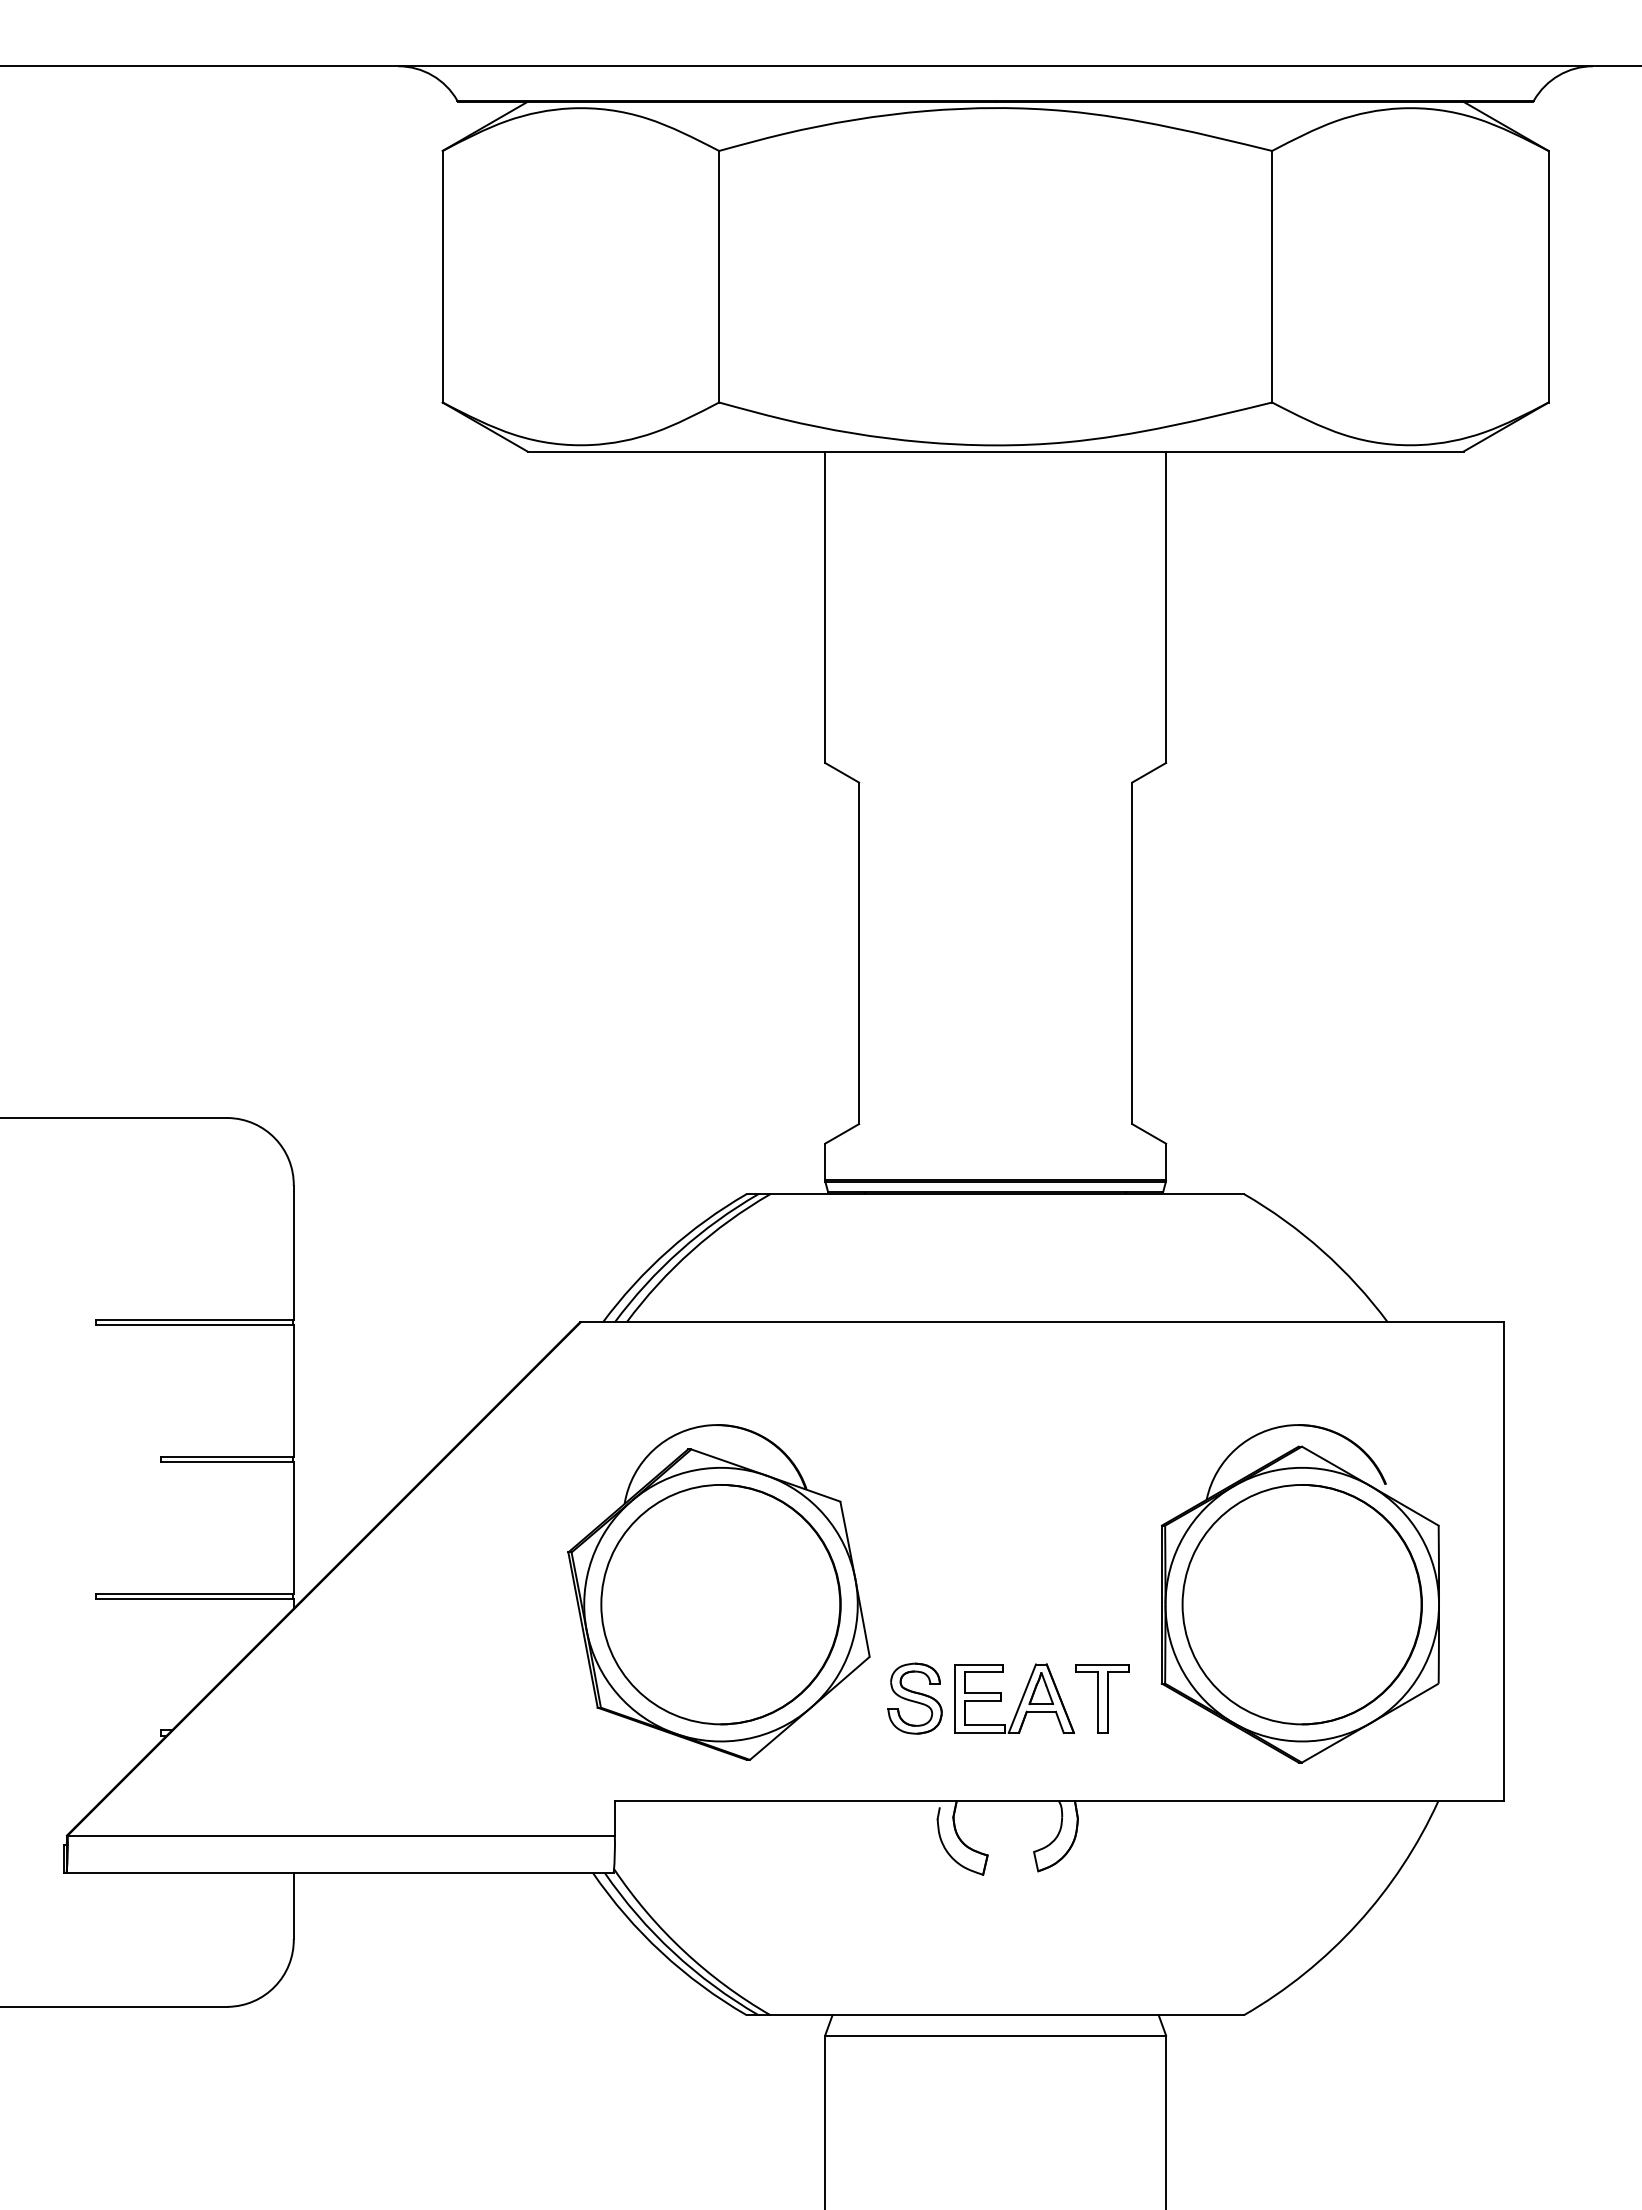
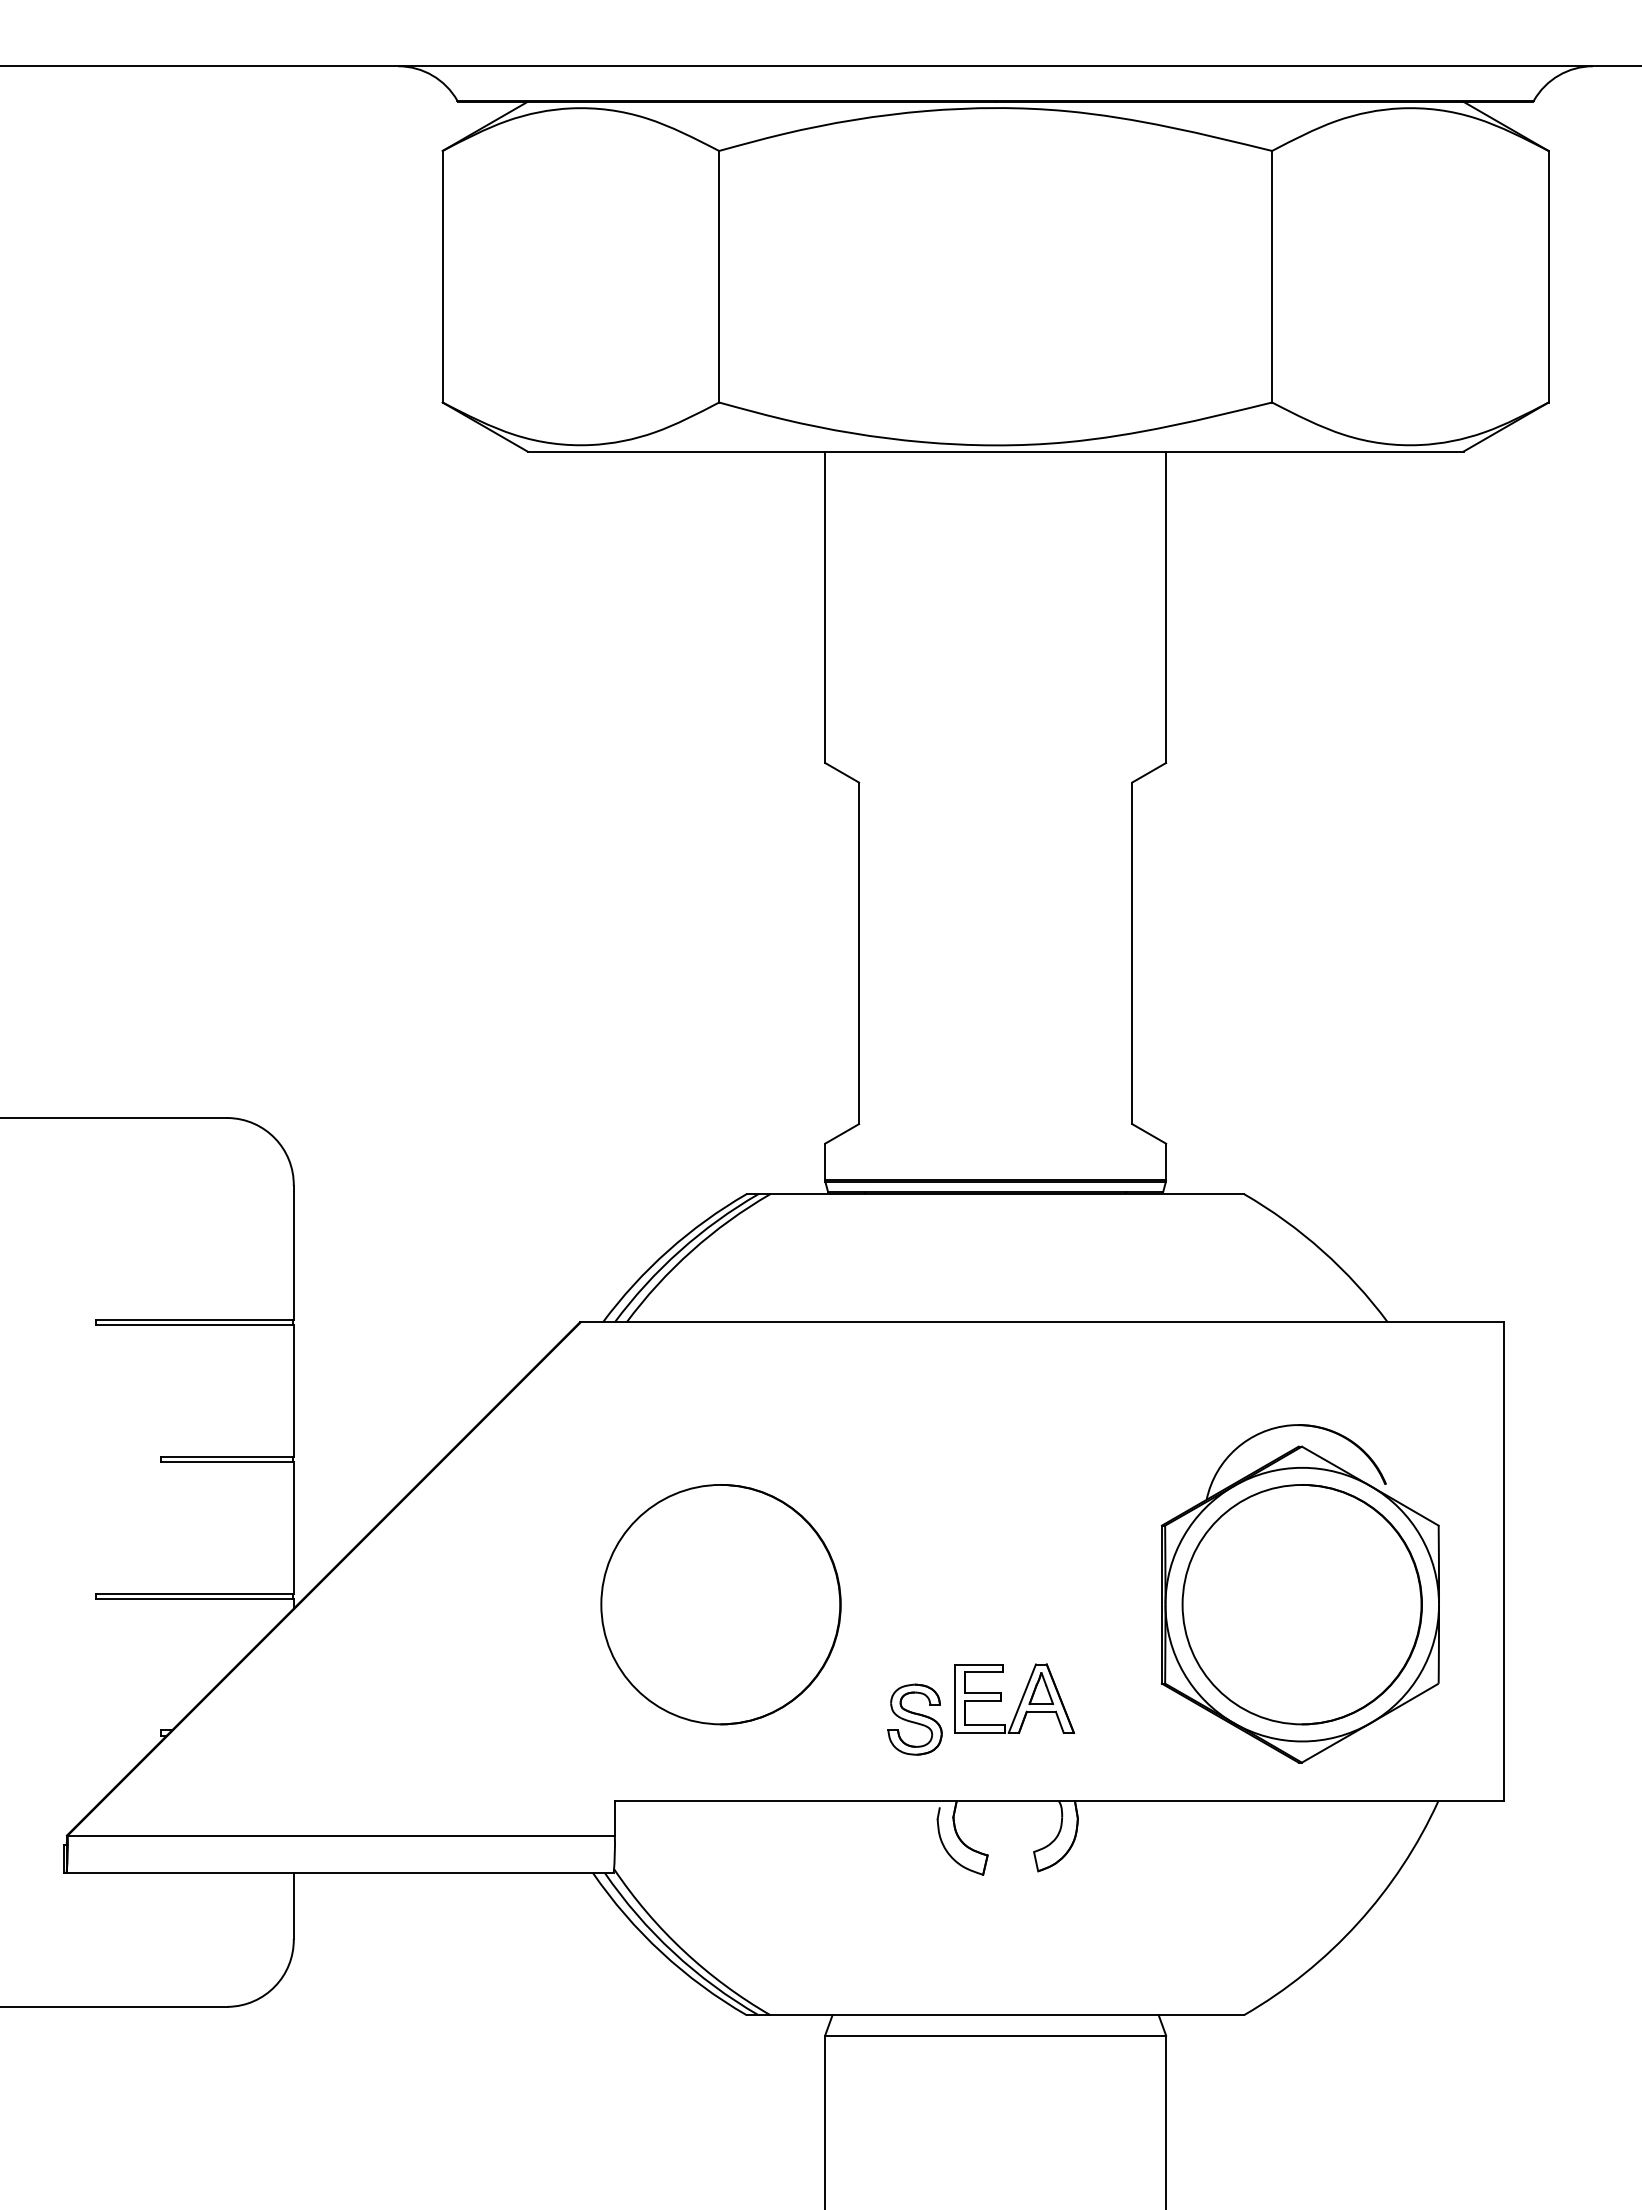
part at (718, 1592): present -> none
part at (914, 1698) position: (914, 1698) -> (914, 1719)
part at (1102, 1698): present -> none
